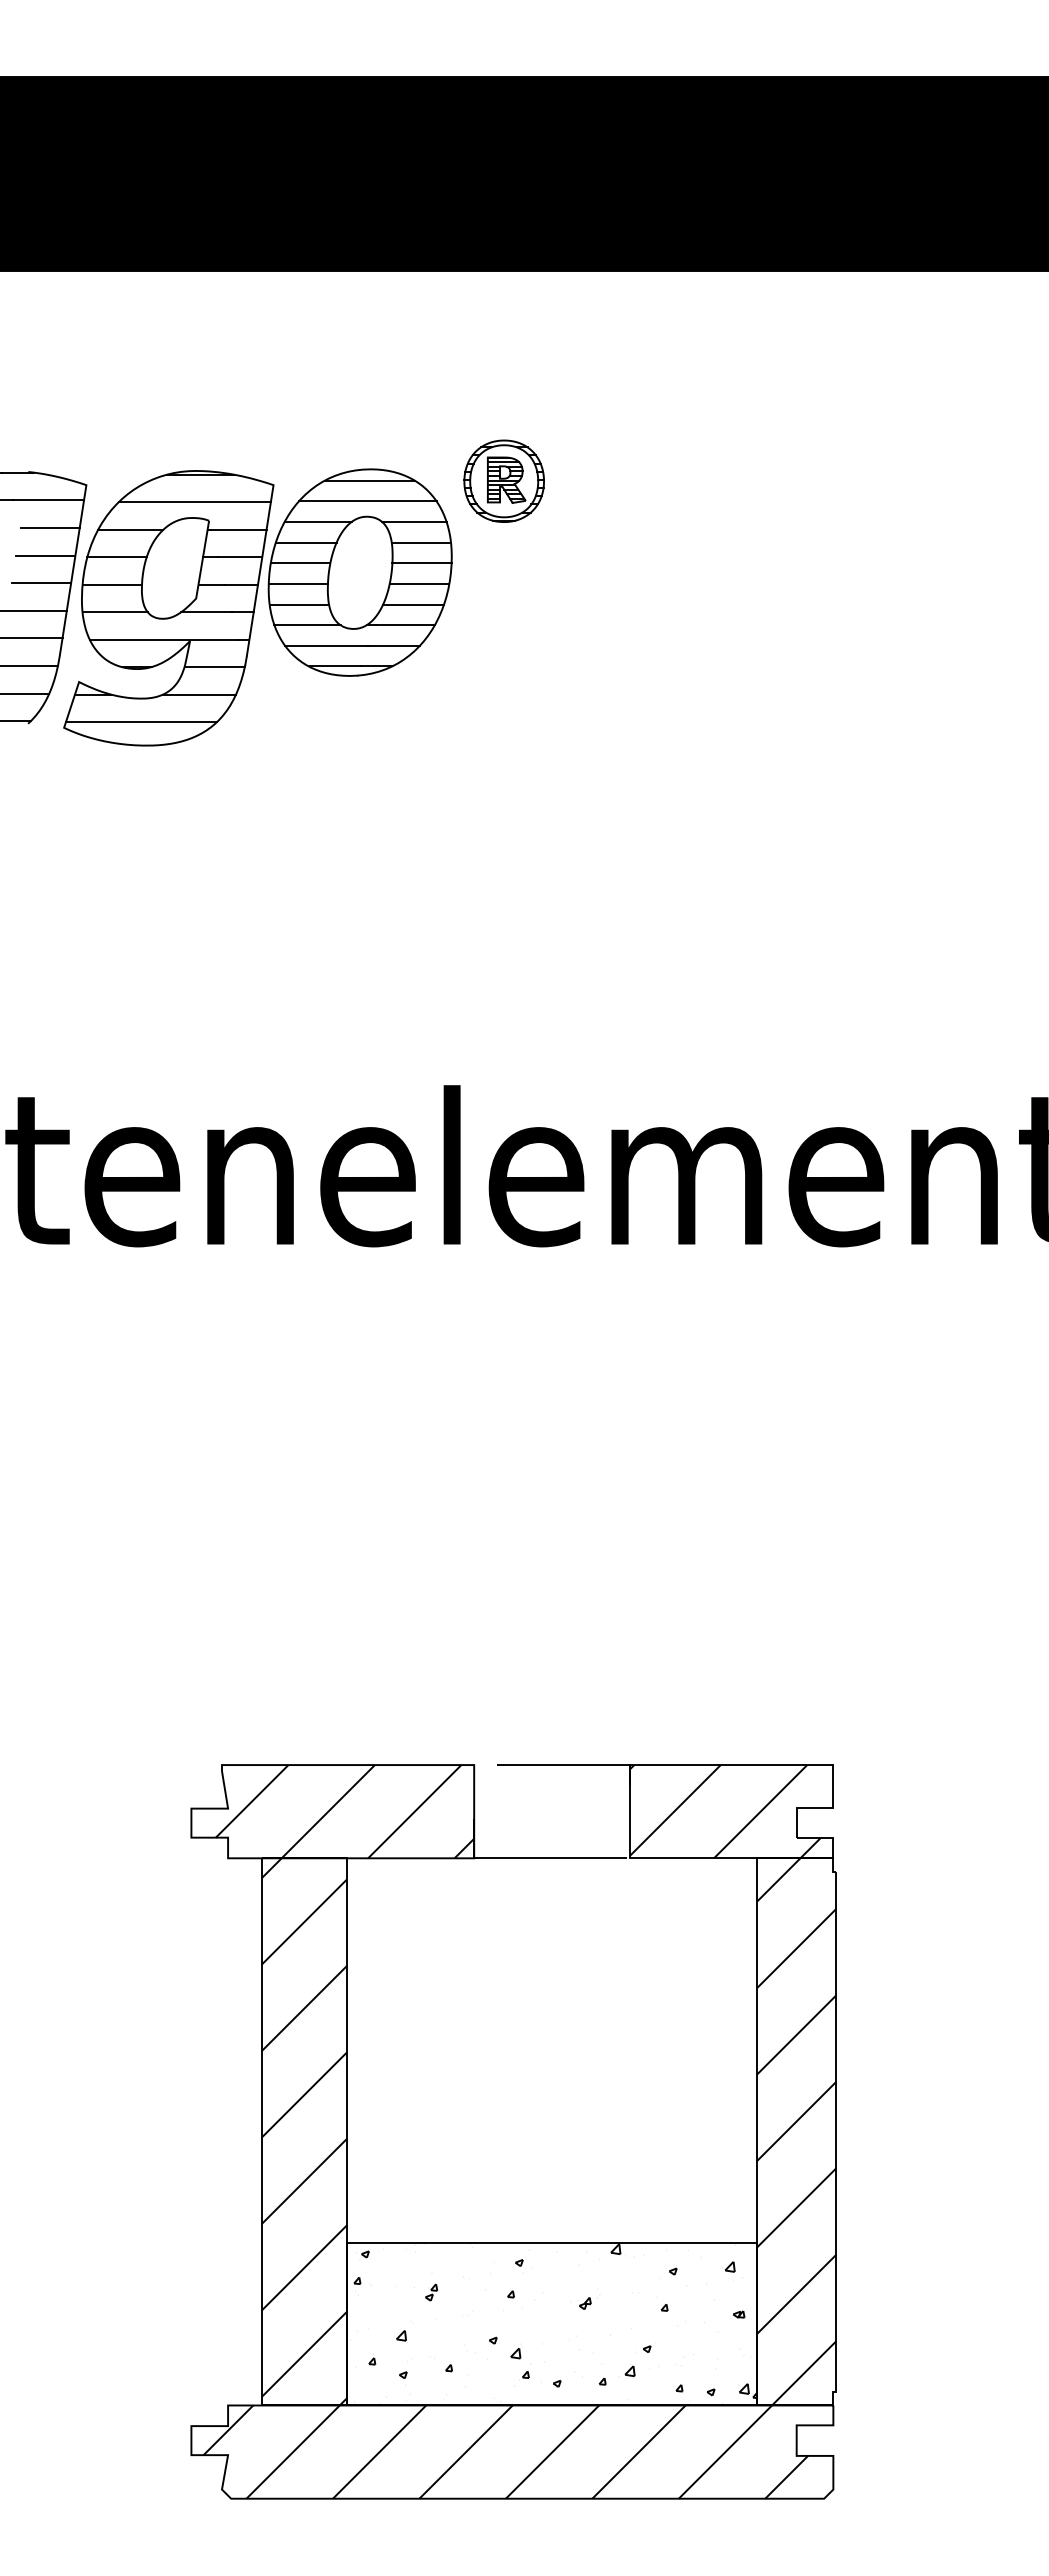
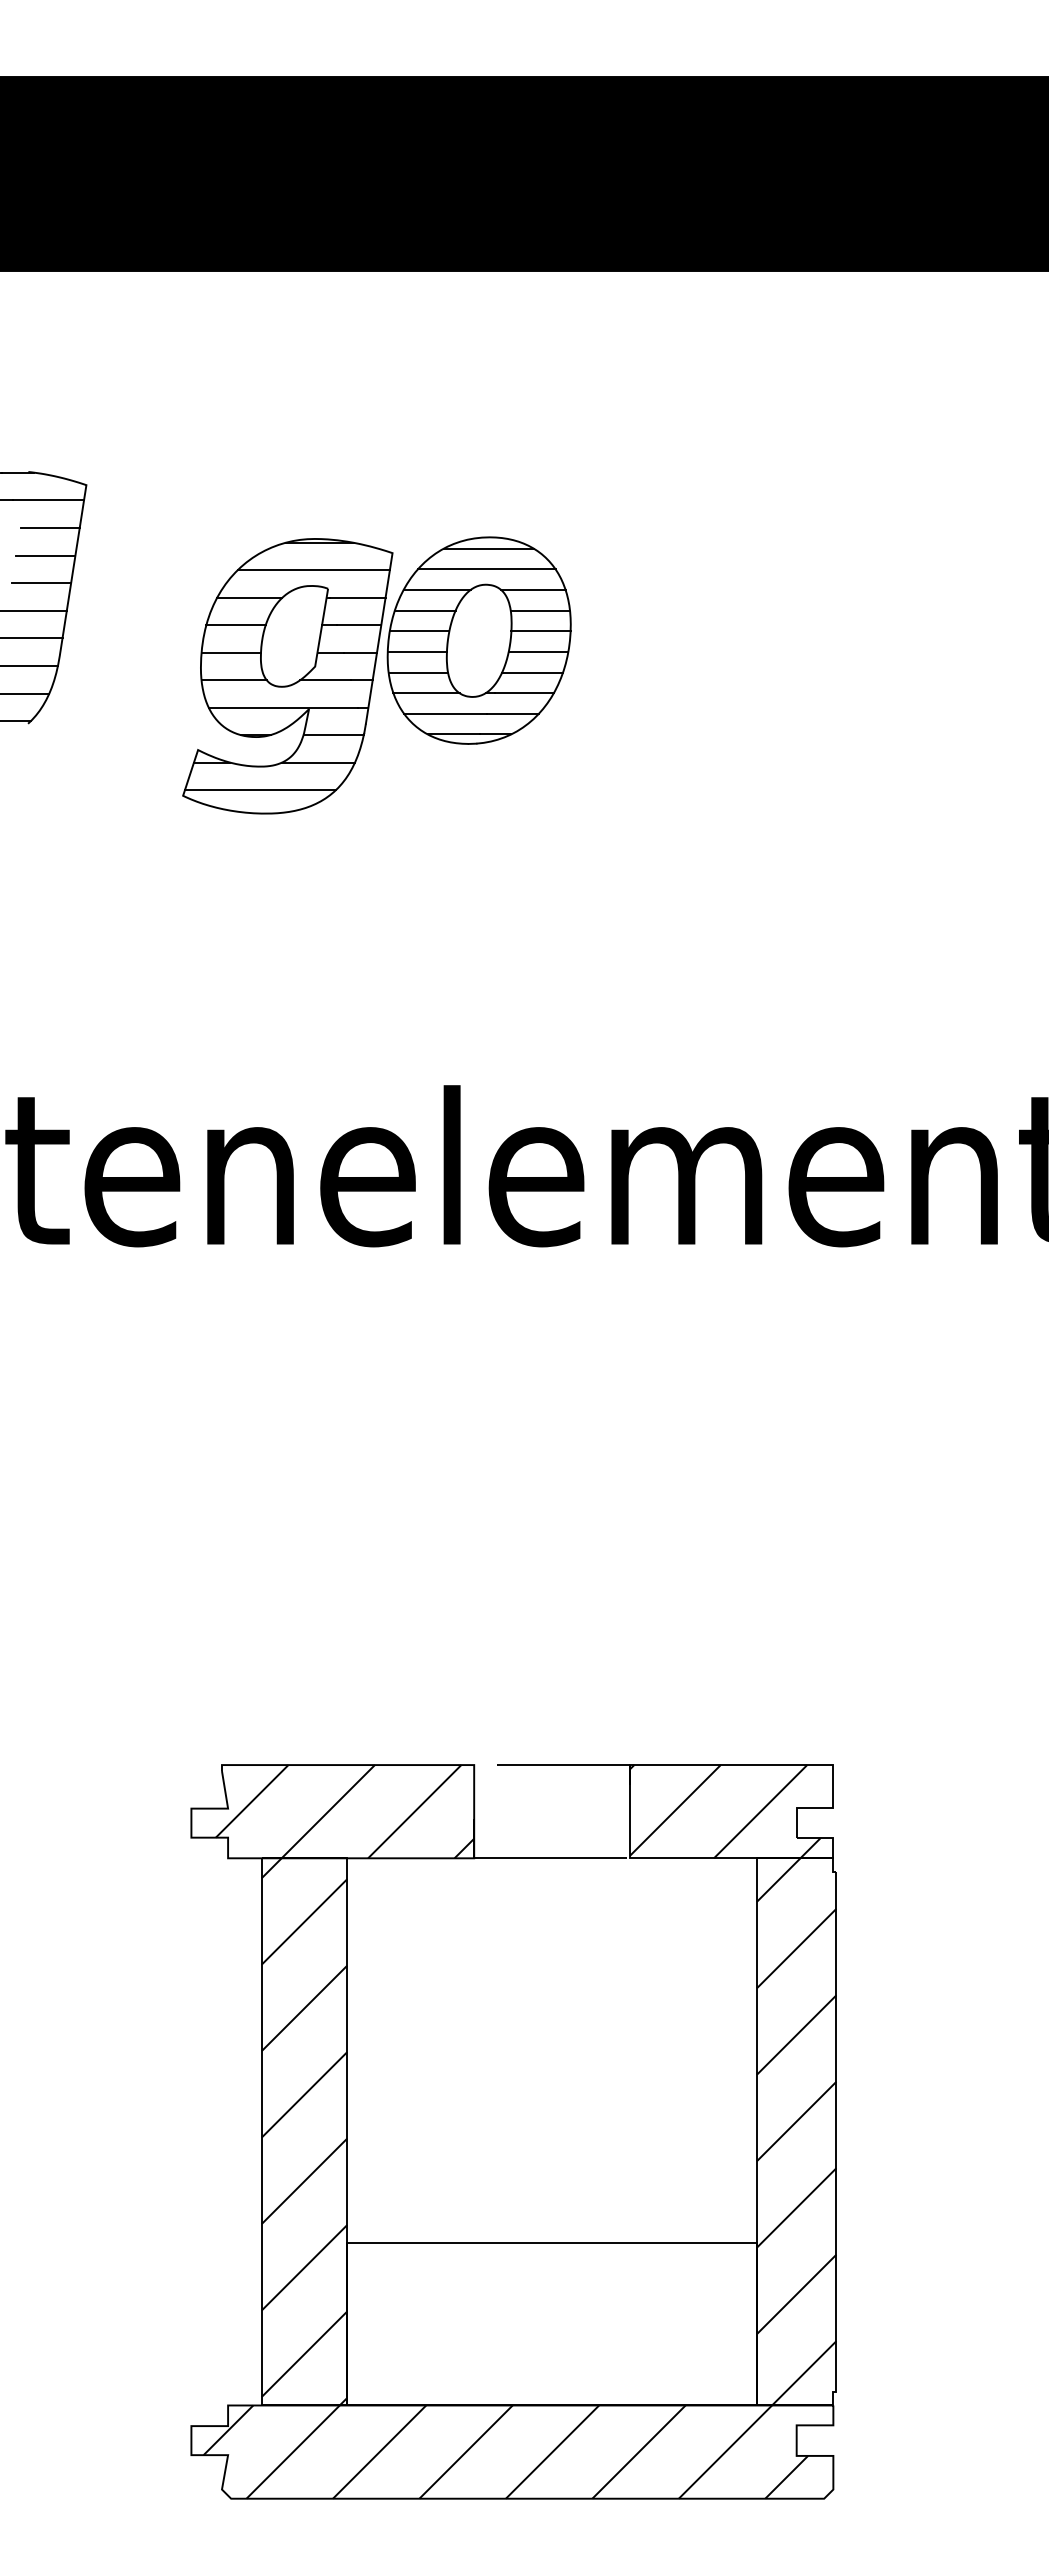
part at (503, 480): present -> none
part at (257, 607) position: (257, 607) -> (376, 675)
hatch at (551, 2323): present -> none
